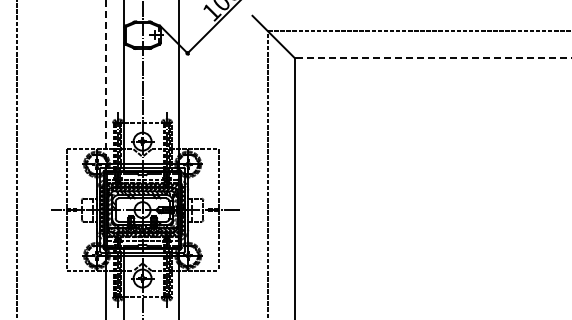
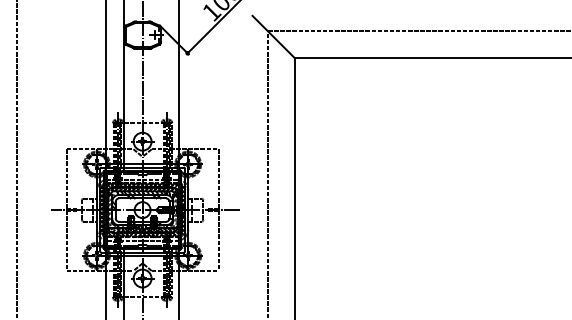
line at (432, 58): dashed -> solid
line at (106, 86): dashed -> solid
